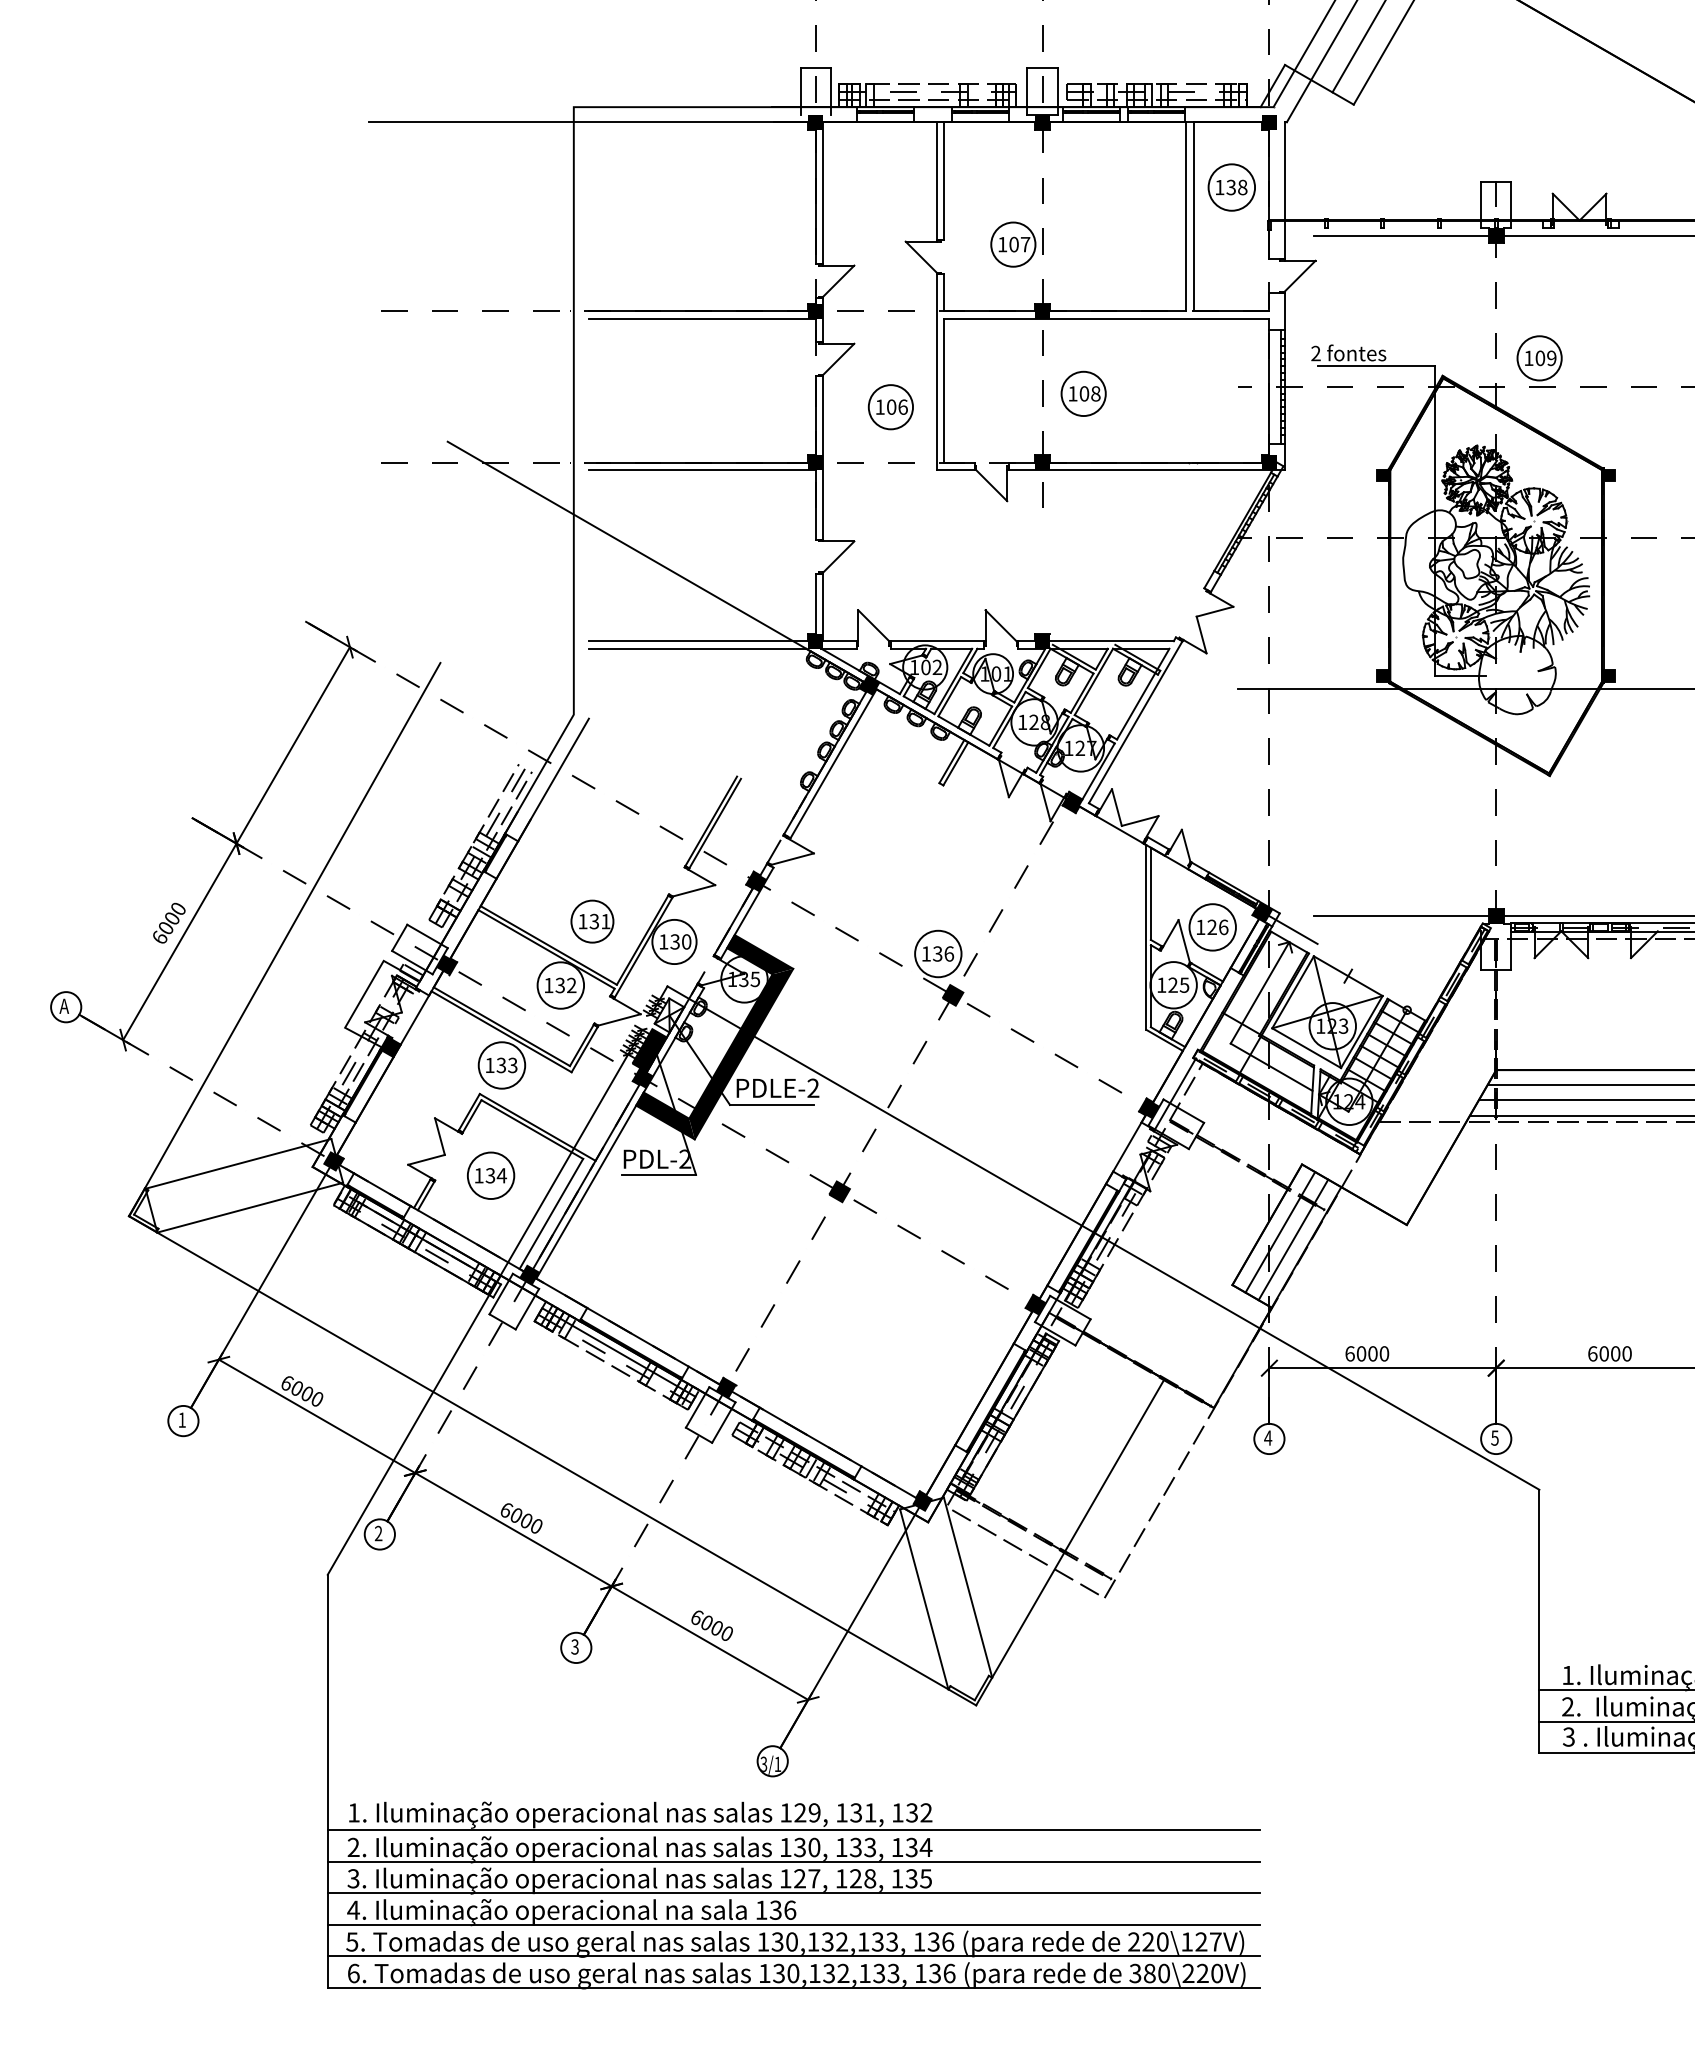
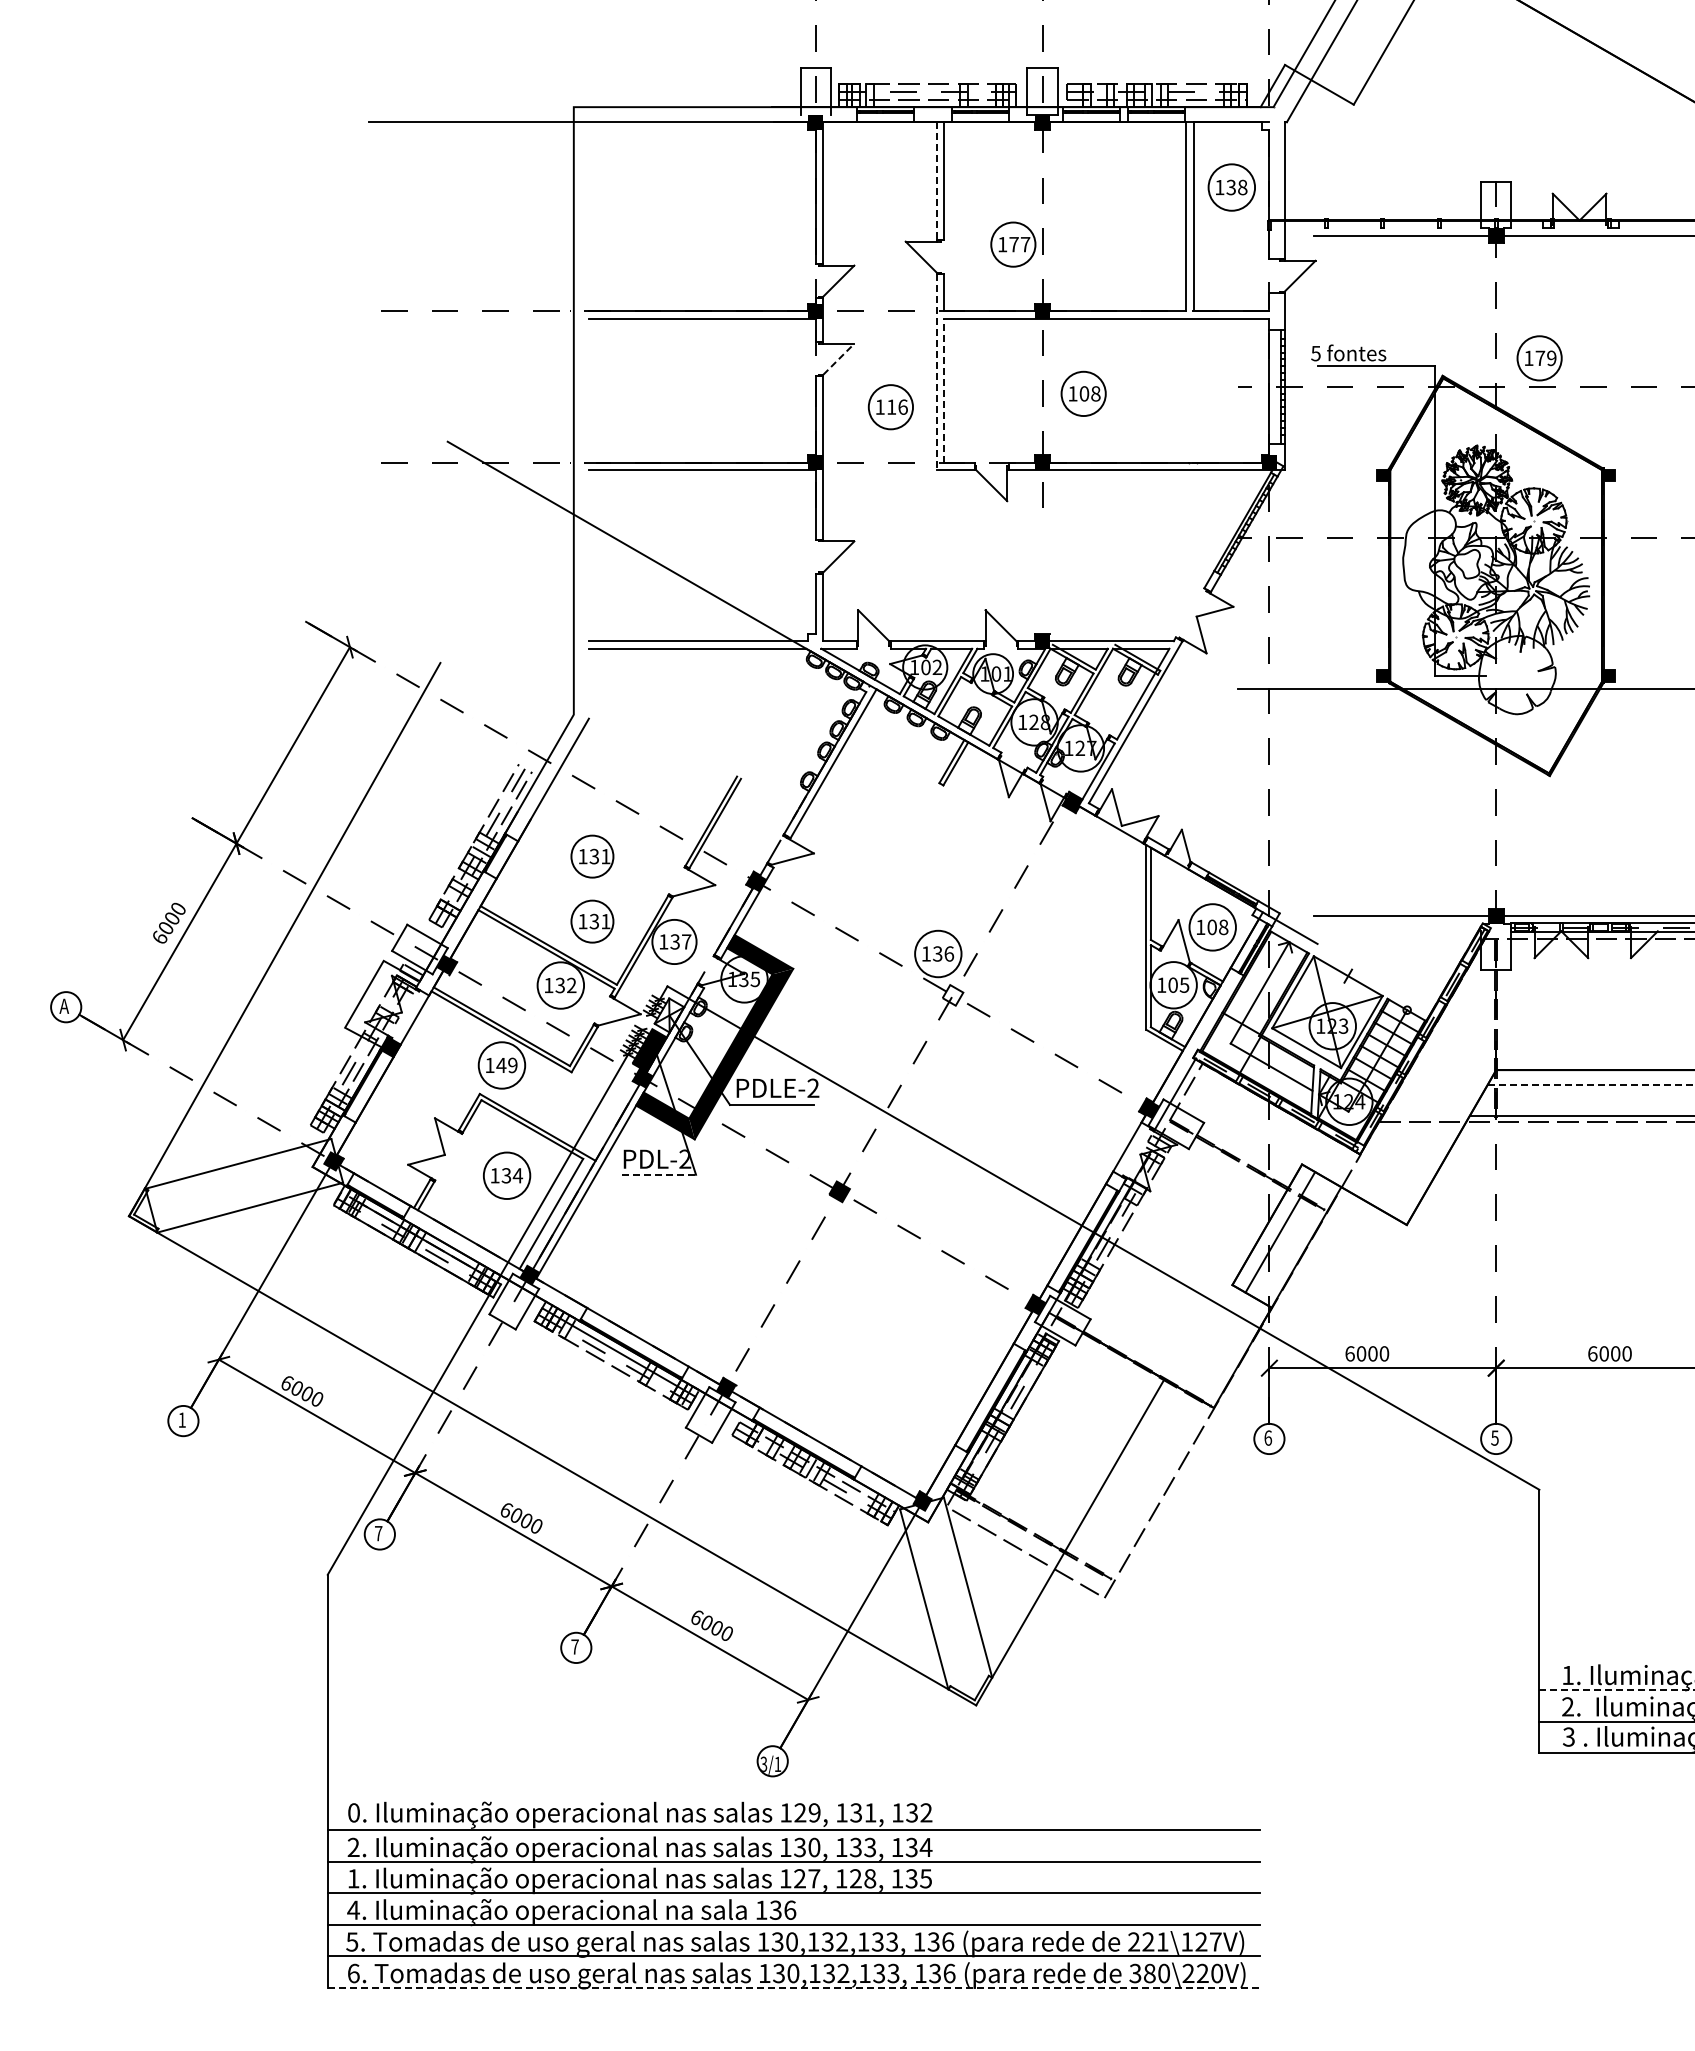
line at (1358, 47): present -> none
fill at (1268, 121): present -> none
line at (936, 181): solid -> dashed
text at (1013, 244): 107 -> 177
text at (1315, 353): 2 -> 5
text at (1540, 358): 109 -> 179
line at (838, 359): solid -> dashed
line at (936, 372): solid -> dashed
line at (944, 390): solid -> dashed
text at (891, 406): 106 -> 116
fill at (815, 640): present -> none
fill at (869, 685): present -> none
part at (592, 856): none -> present
fill at (1262, 912): present -> none
text at (1217, 927): 126 -> 108
text at (686, 941): 130 -> 137
text at (1172, 984): 125 -> 105
fill at (952, 995): present -> none
text at (506, 1065): 133 -> 149
line at (1591, 1085): solid -> dashed
line at (1584, 1100): present -> none
line at (659, 1174): solid -> dashed
part at (491, 1175) position: (491, 1175) -> (507, 1175)
line at (1293, 1239): present -> none
text at (1268, 1437): 4 -> 6
text at (378, 1533): 2 -> 7
text at (574, 1646): 3 -> 7
line at (1617, 1690): solid -> dashed
text at (353, 1812): 1. -> 0.
text at (353, 1878): 3. -> 1.
text at (1162, 1941): 220\127V) -> 221\127V)
line at (794, 1987): solid -> dashed
